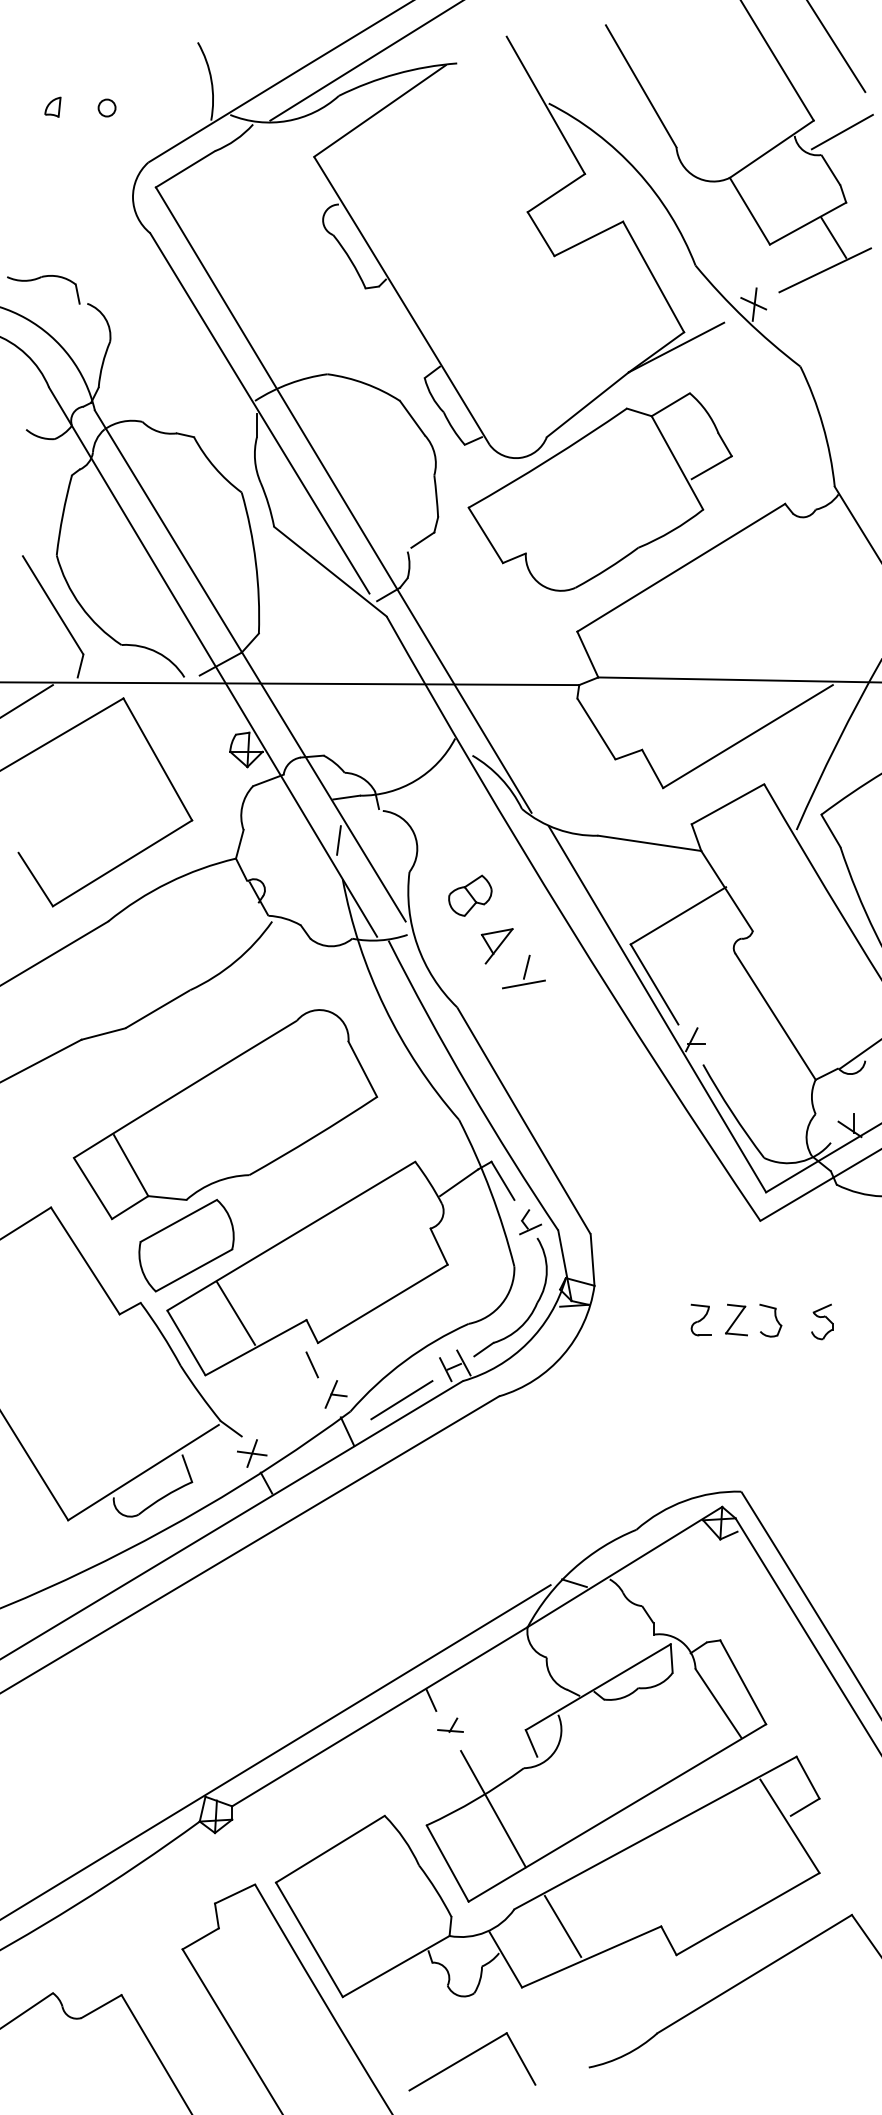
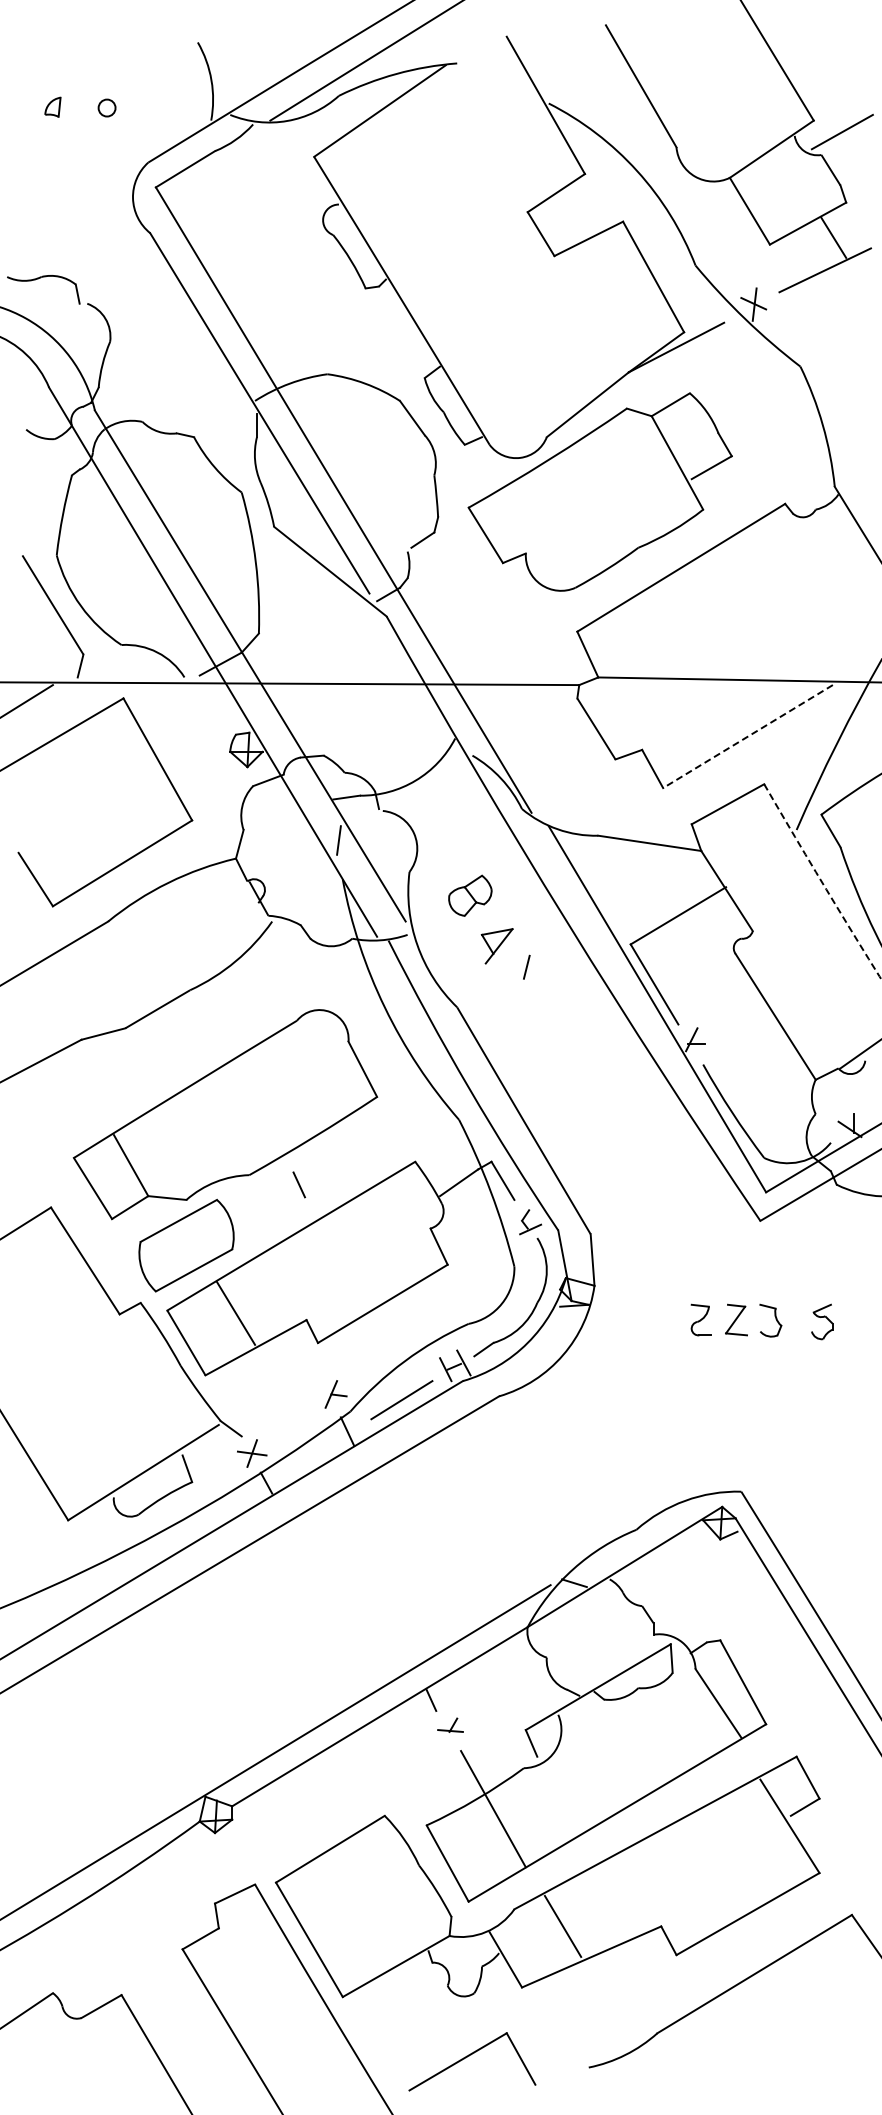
line at (836, 47): present -> none
line at (747, 736): solid -> dashed
arc at (822, 882): solid -> dashed
line at (523, 984): present -> none
line at (311, 1364) position: (311, 1364) -> (298, 1184)
